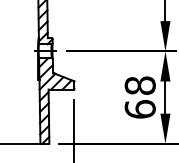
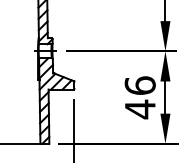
text at (139, 97): 68 -> 46
